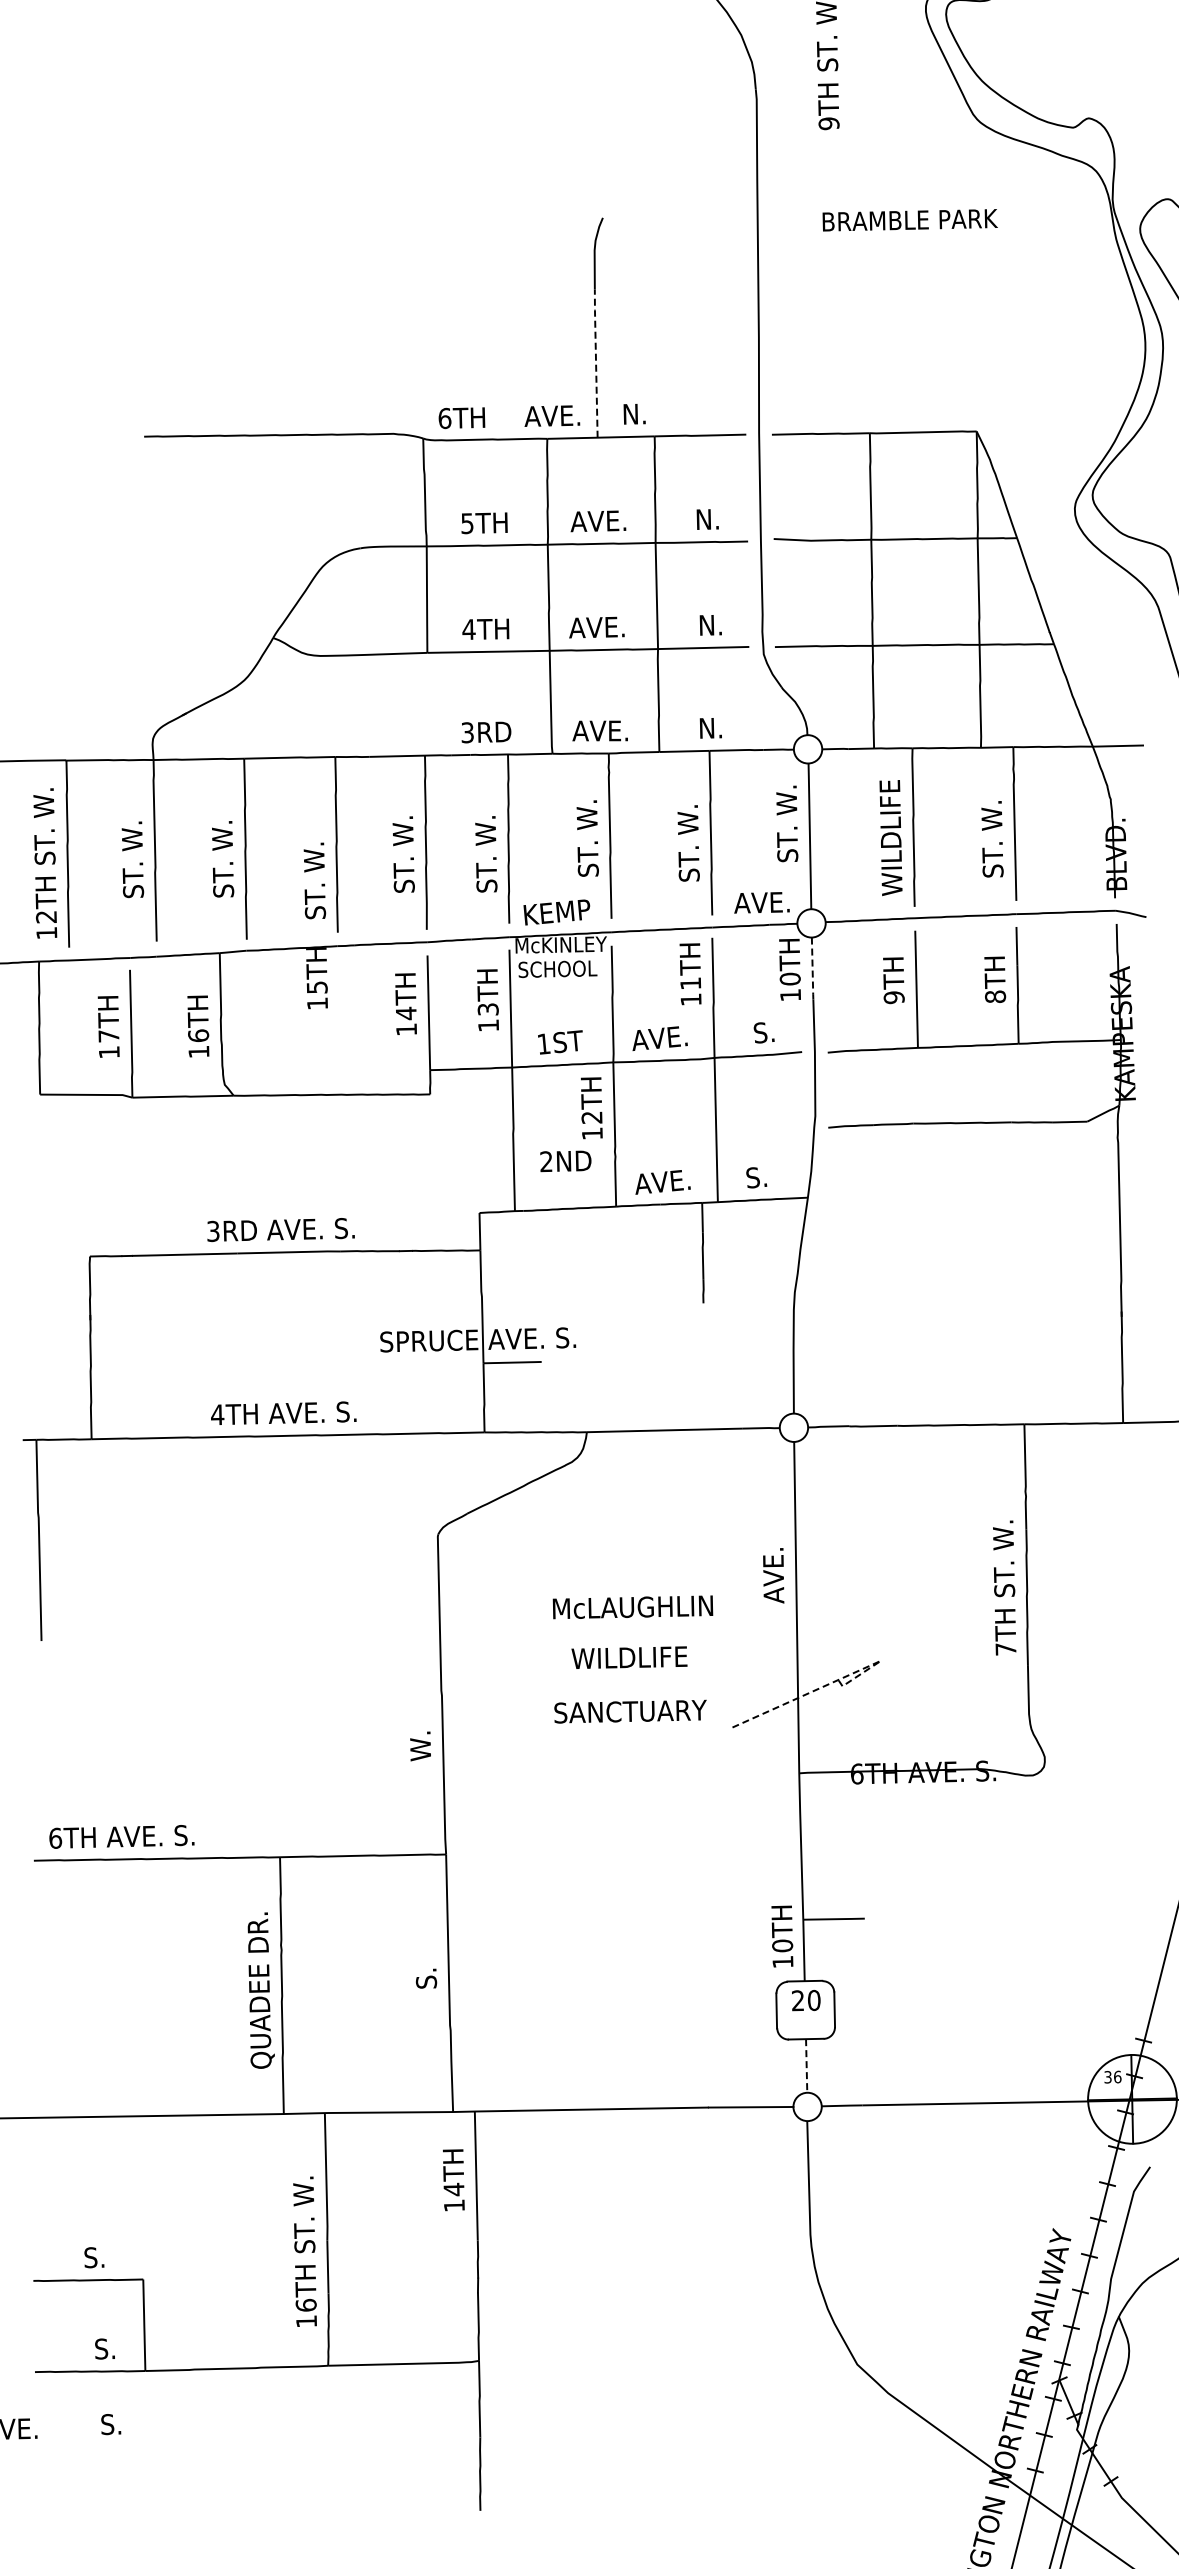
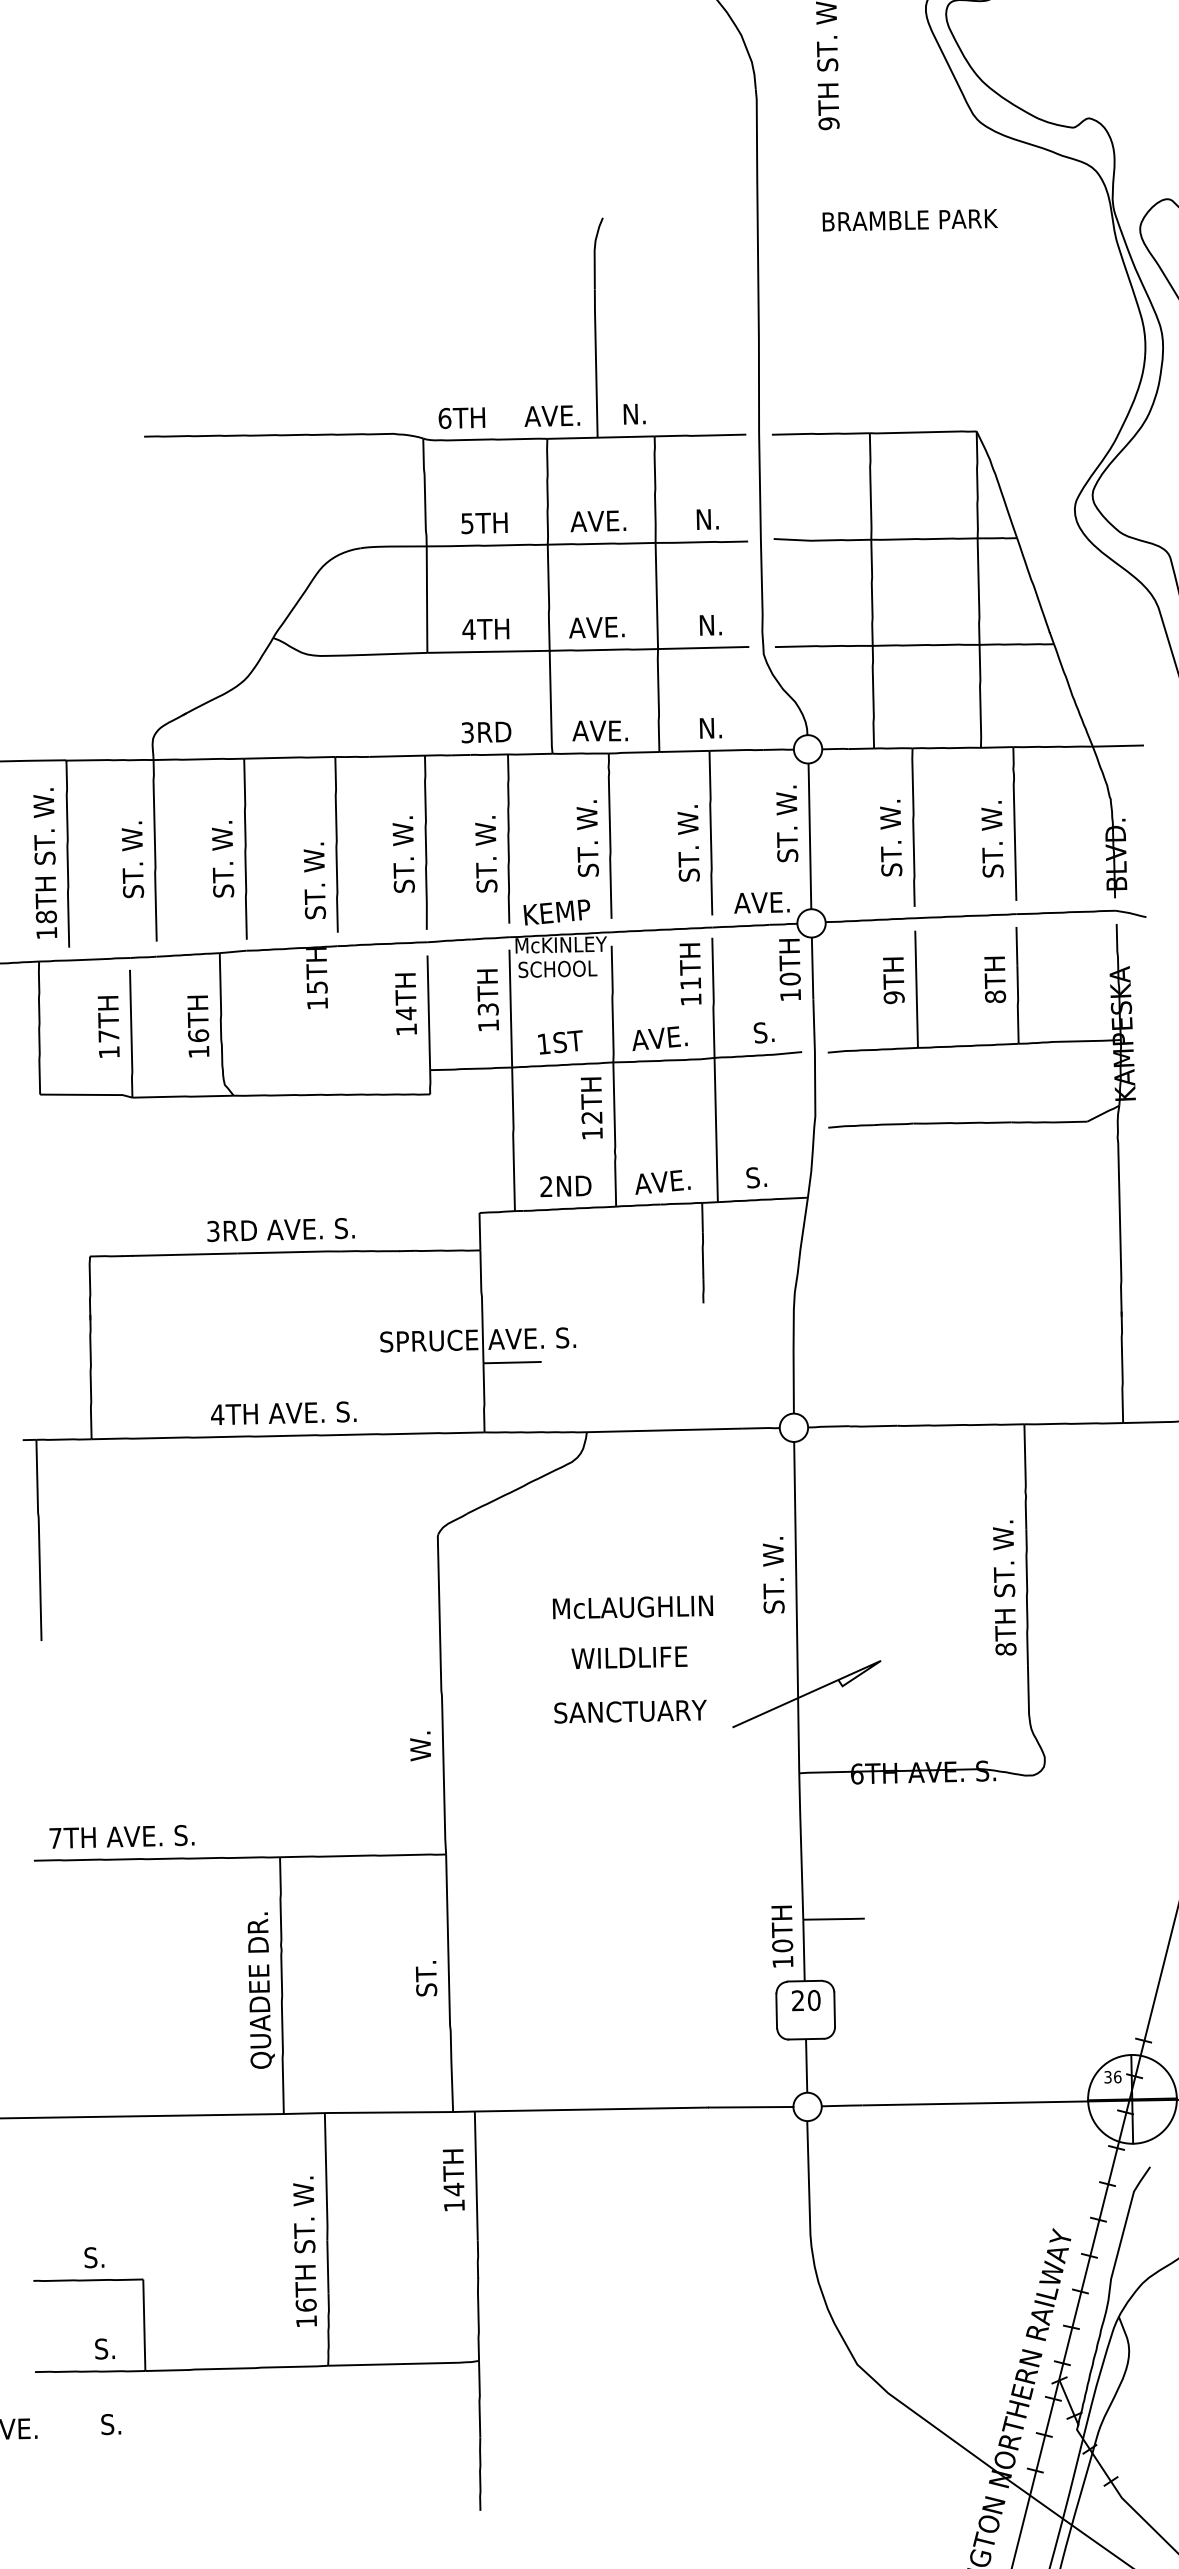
line at (596, 362): dashed -> solid
text at (890, 838): WILDLIFE -> ST. W.
text at (46, 916): 12TH -> 18TH
line at (812, 969): dashed -> solid
text at (565, 1161) position: (565, 1161) -> (565, 1186)
text at (773, 1575): AVE. -> ST. W.
text at (1005, 1649): 7TH -> 8TH
line at (832, 1682): dashed -> solid
text at (55, 1837): 6TH -> 7TH
text at (426, 1978): S. -> ST.
line at (806, 2065): dashed -> solid
